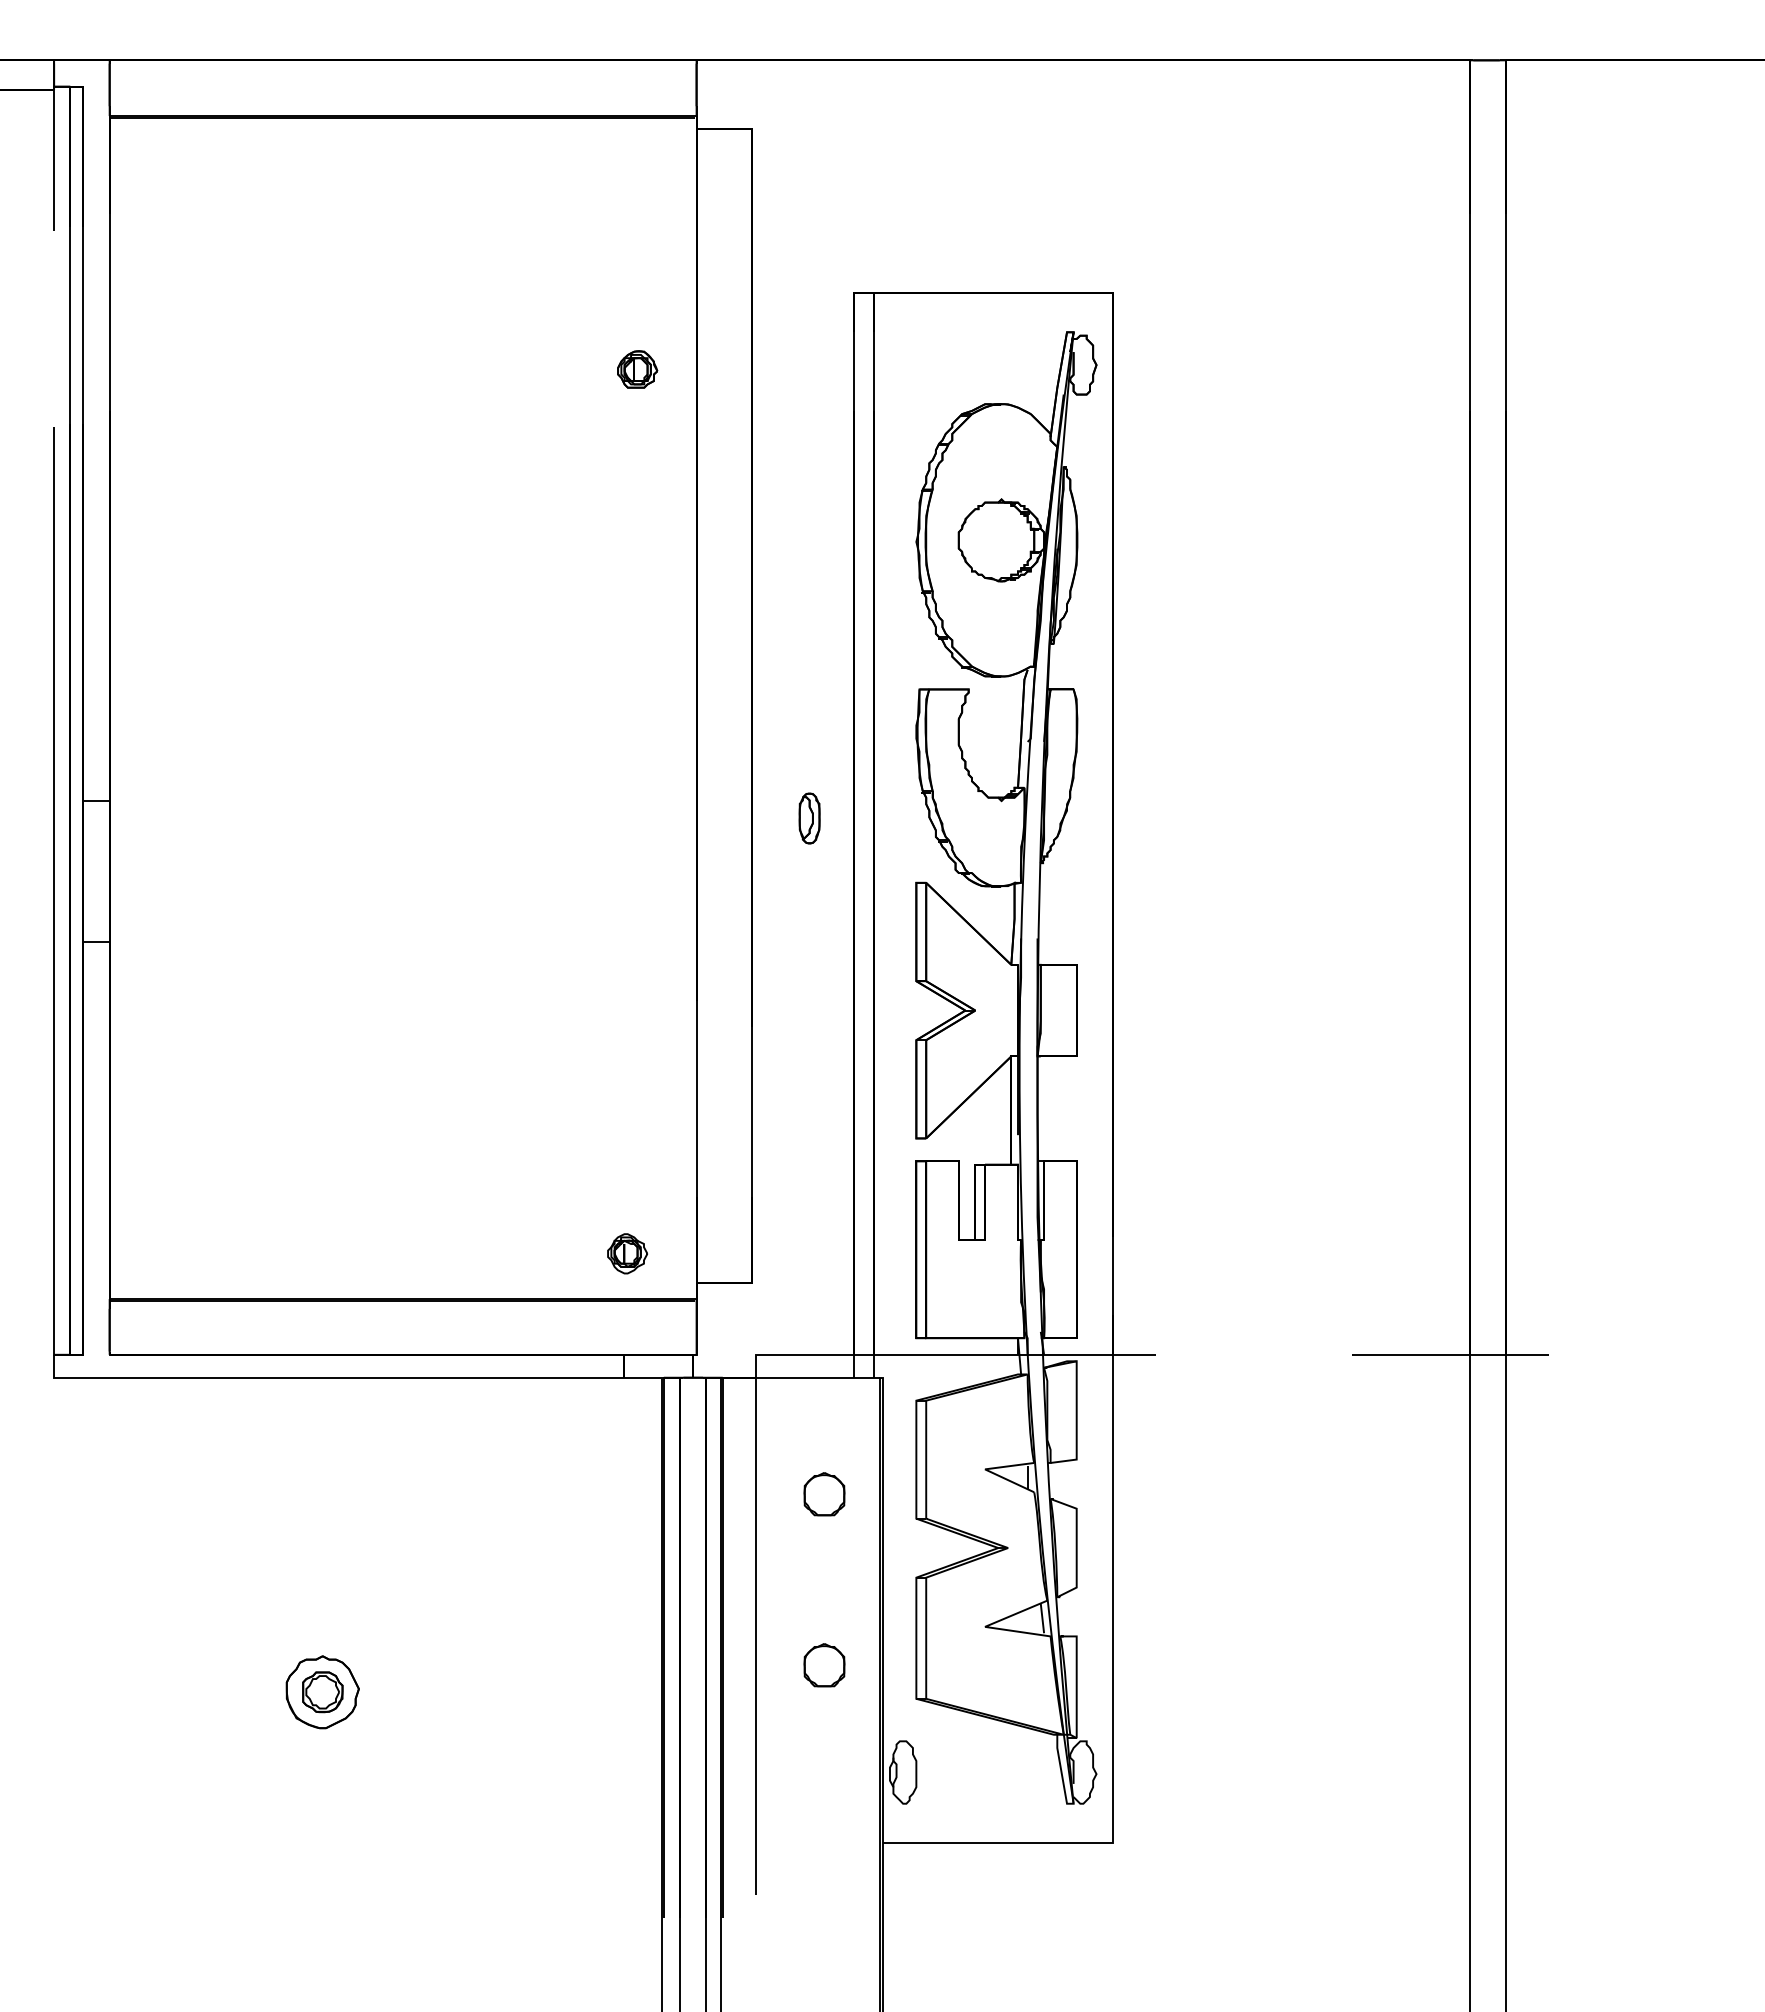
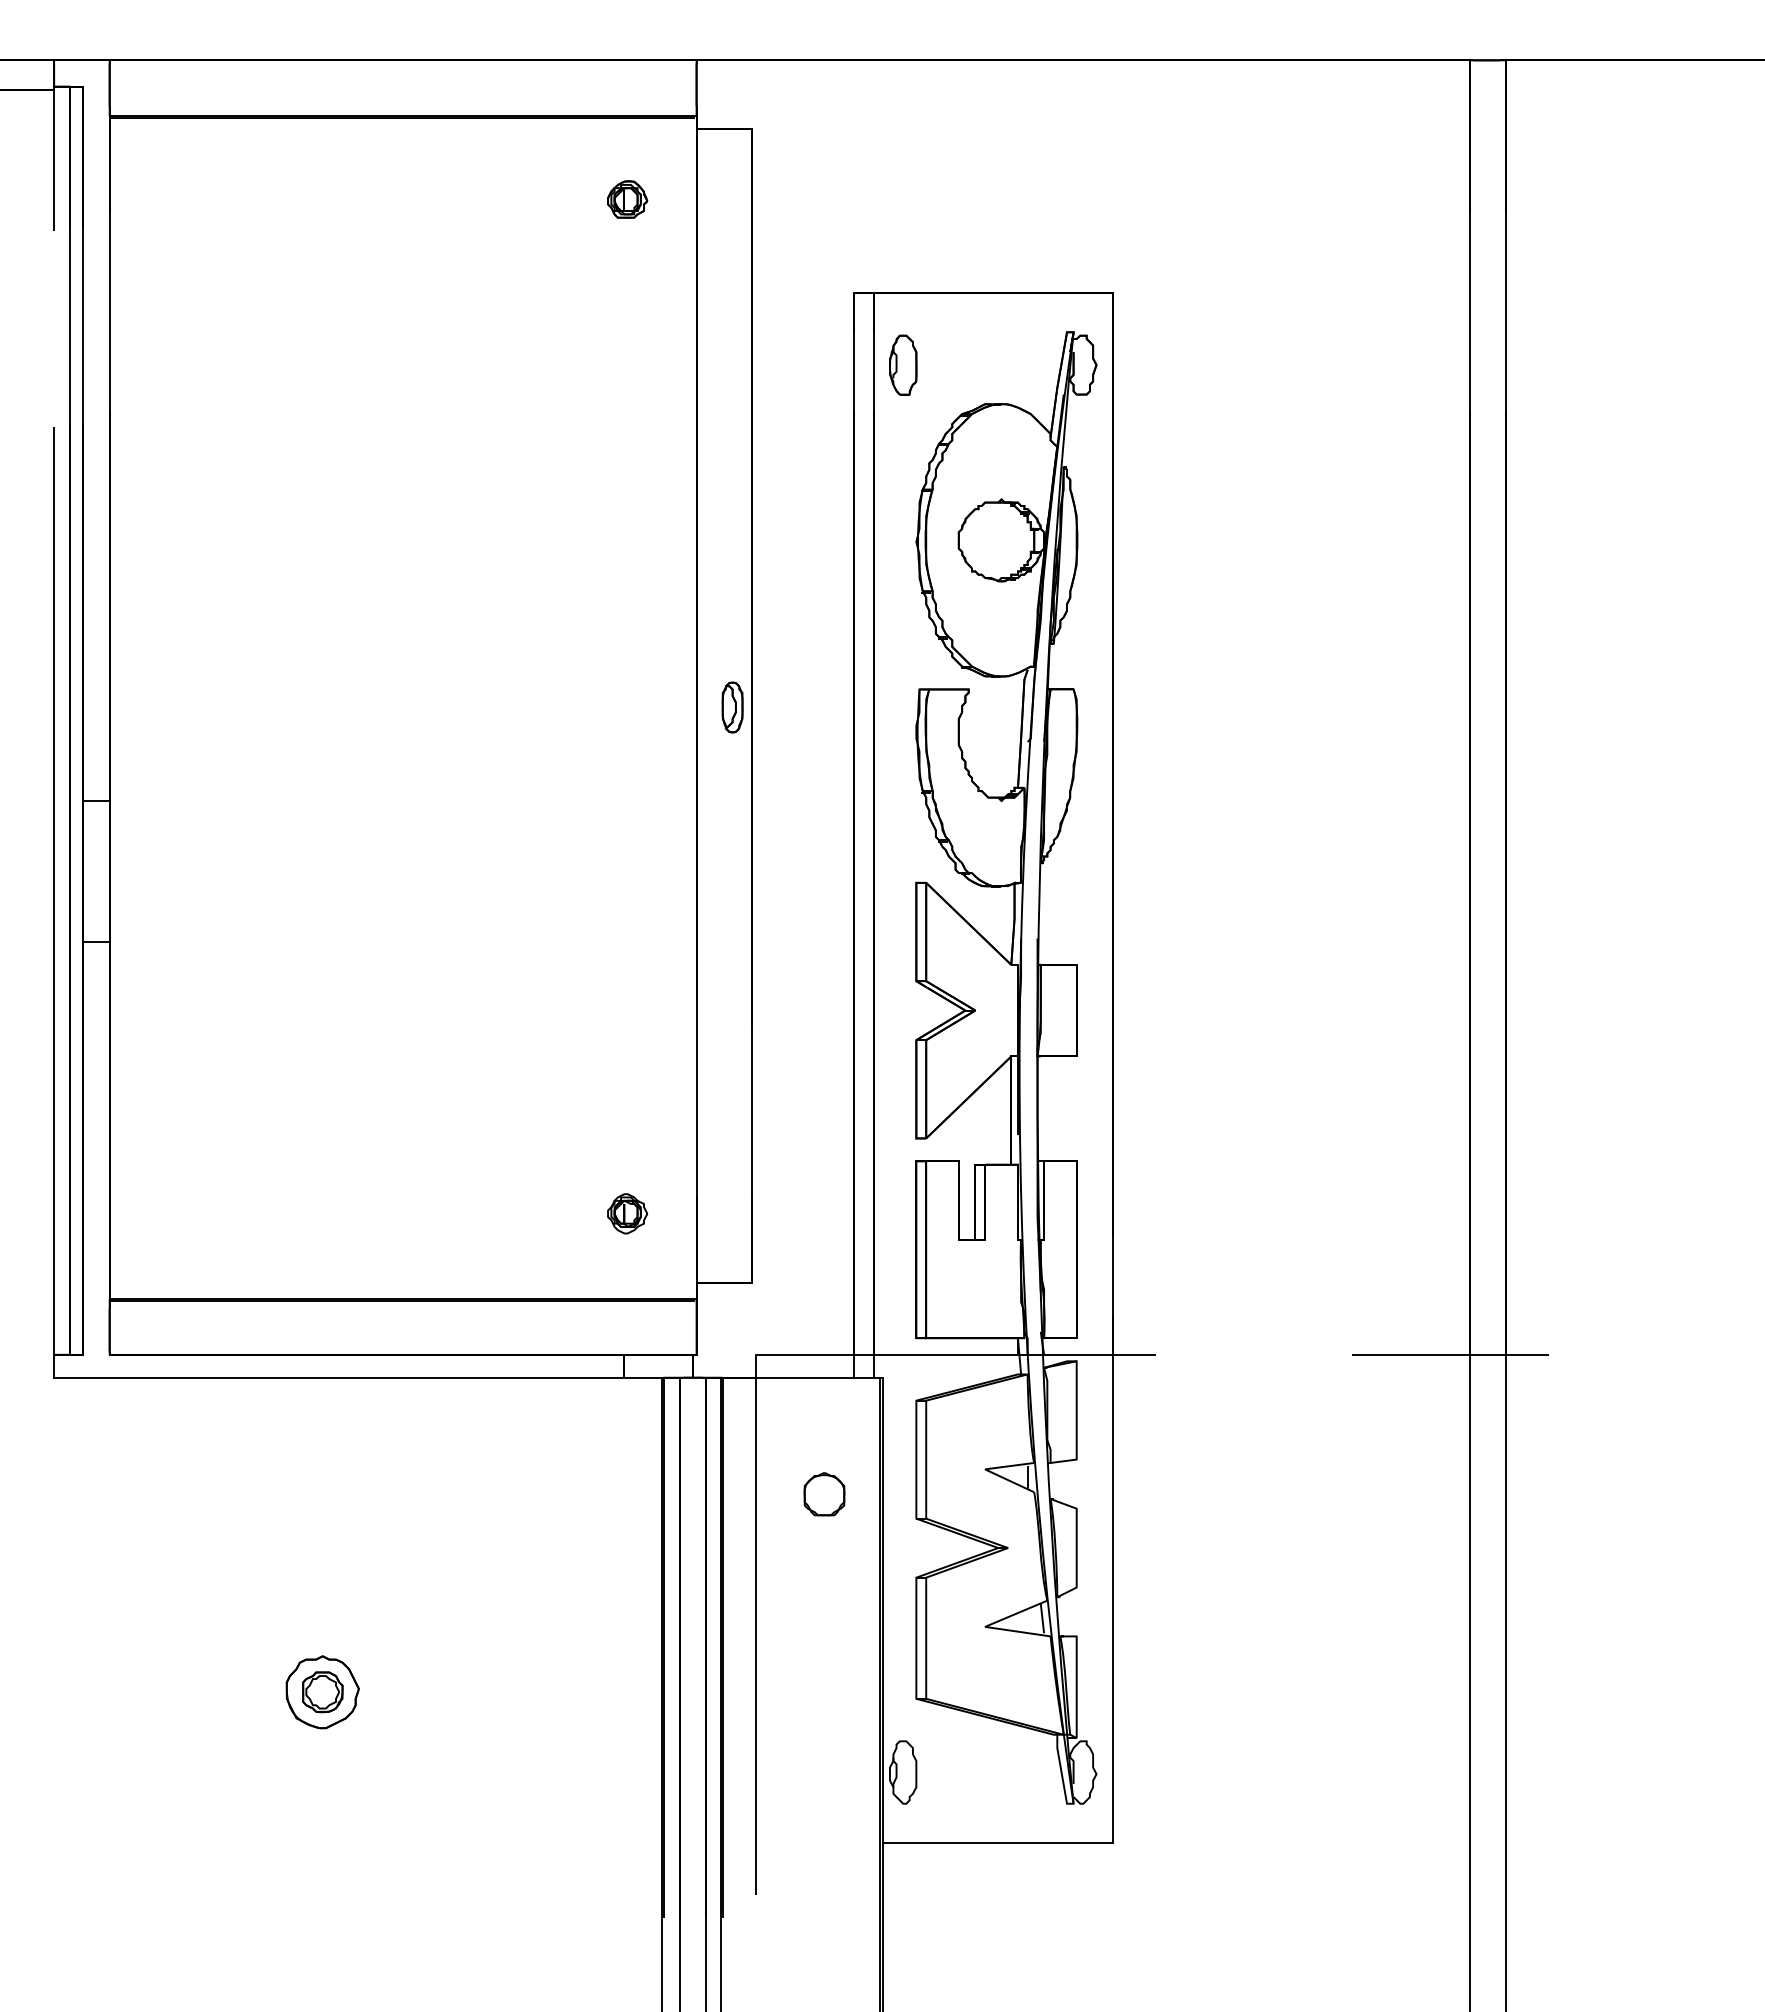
part at (903, 364): none -> present
part at (637, 369) position: (637, 369) -> (627, 199)
part at (809, 818) position: (809, 818) -> (732, 707)
part at (627, 1253) position: (627, 1253) -> (627, 1213)
part at (824, 1665): present -> none
